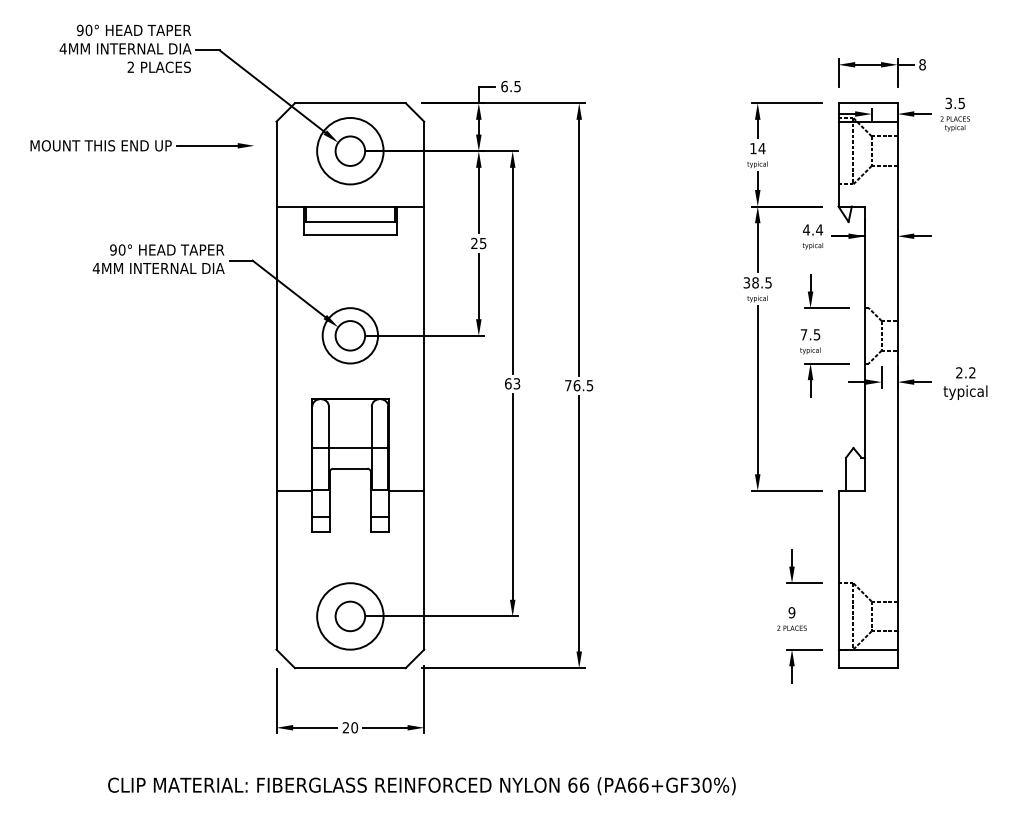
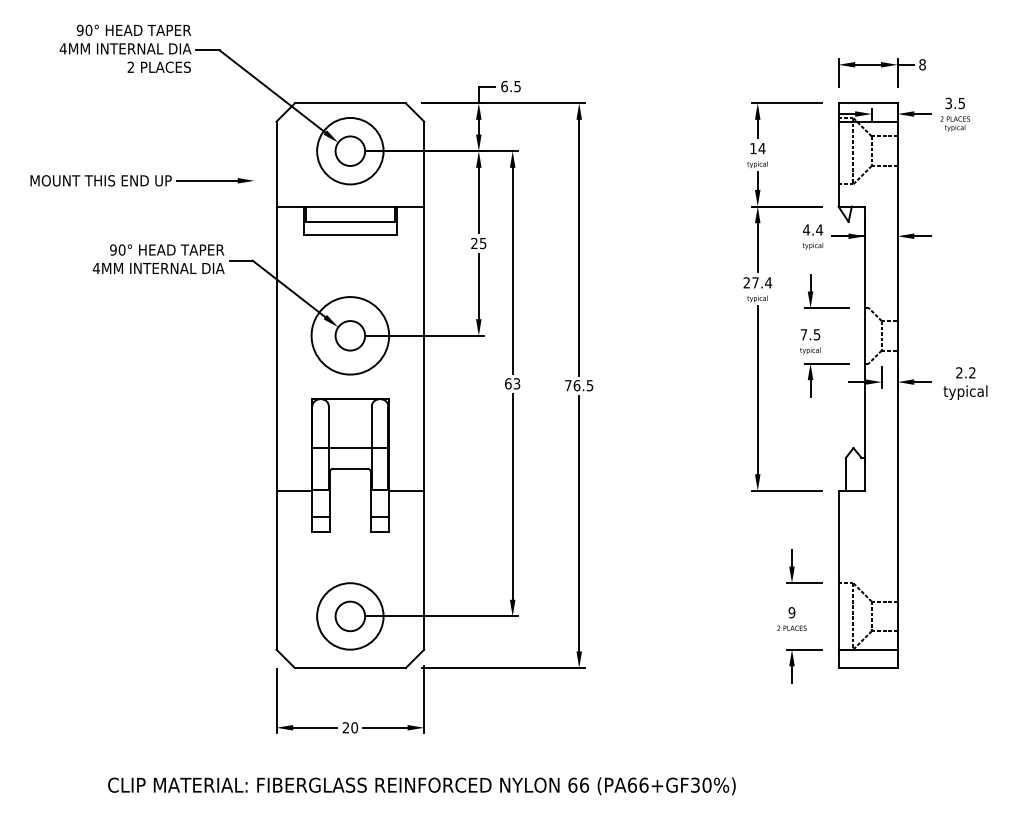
part at (141, 145) position: (141, 145) -> (141, 180)
text at (757, 282): 38.5 -> 27.4
circle at (350, 335) diameter: 55 px -> 78 px
